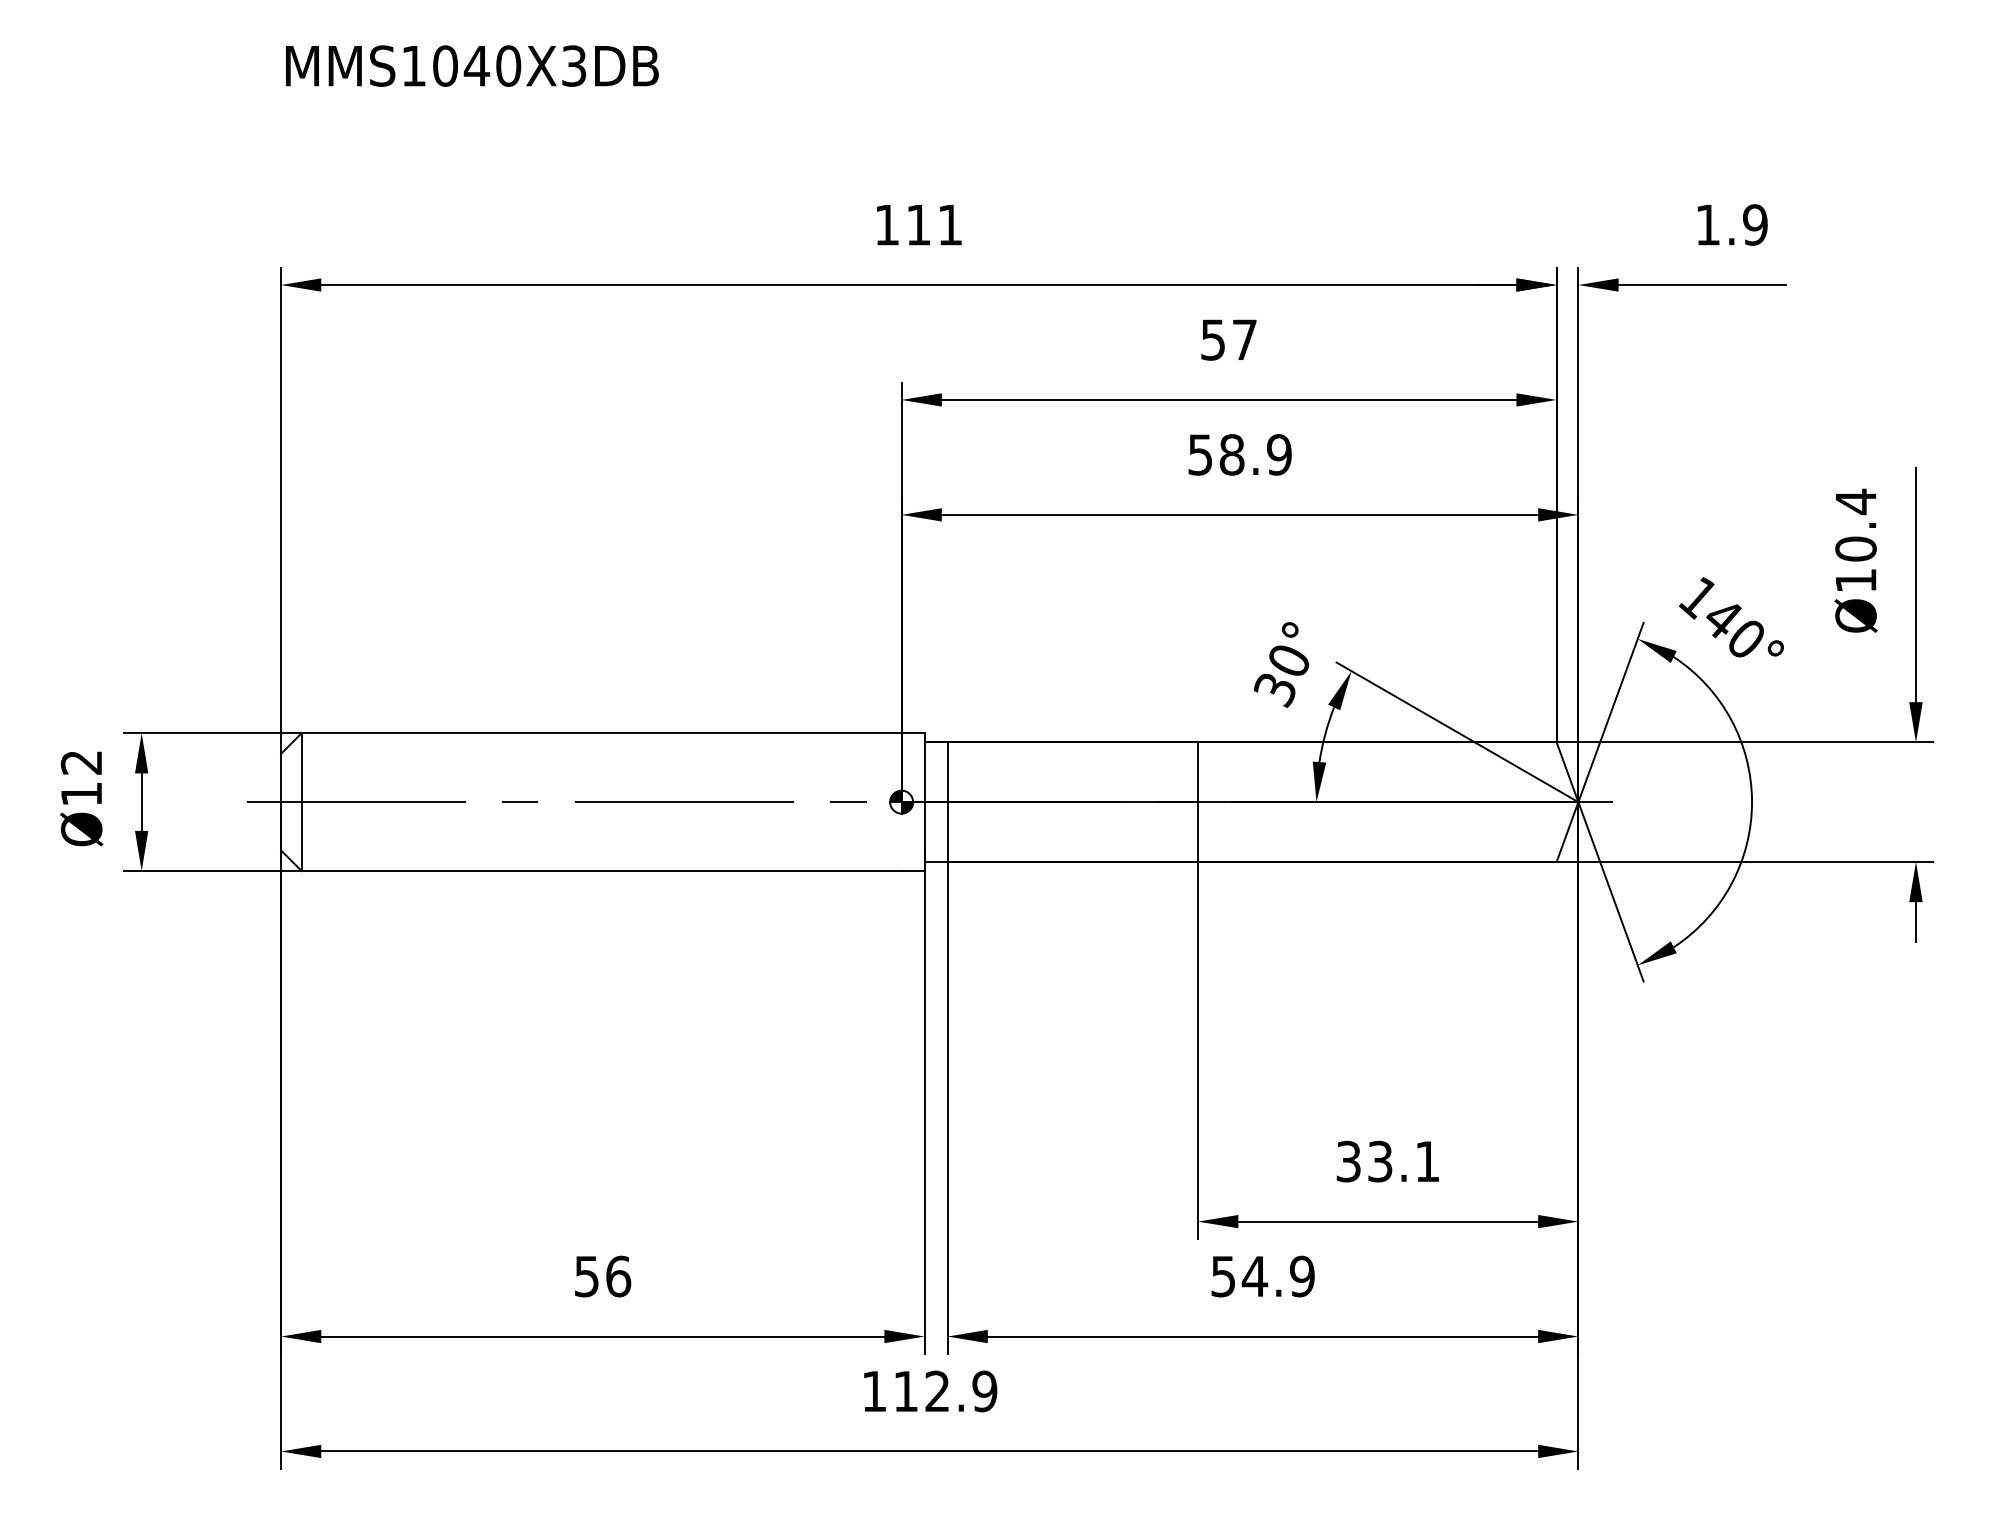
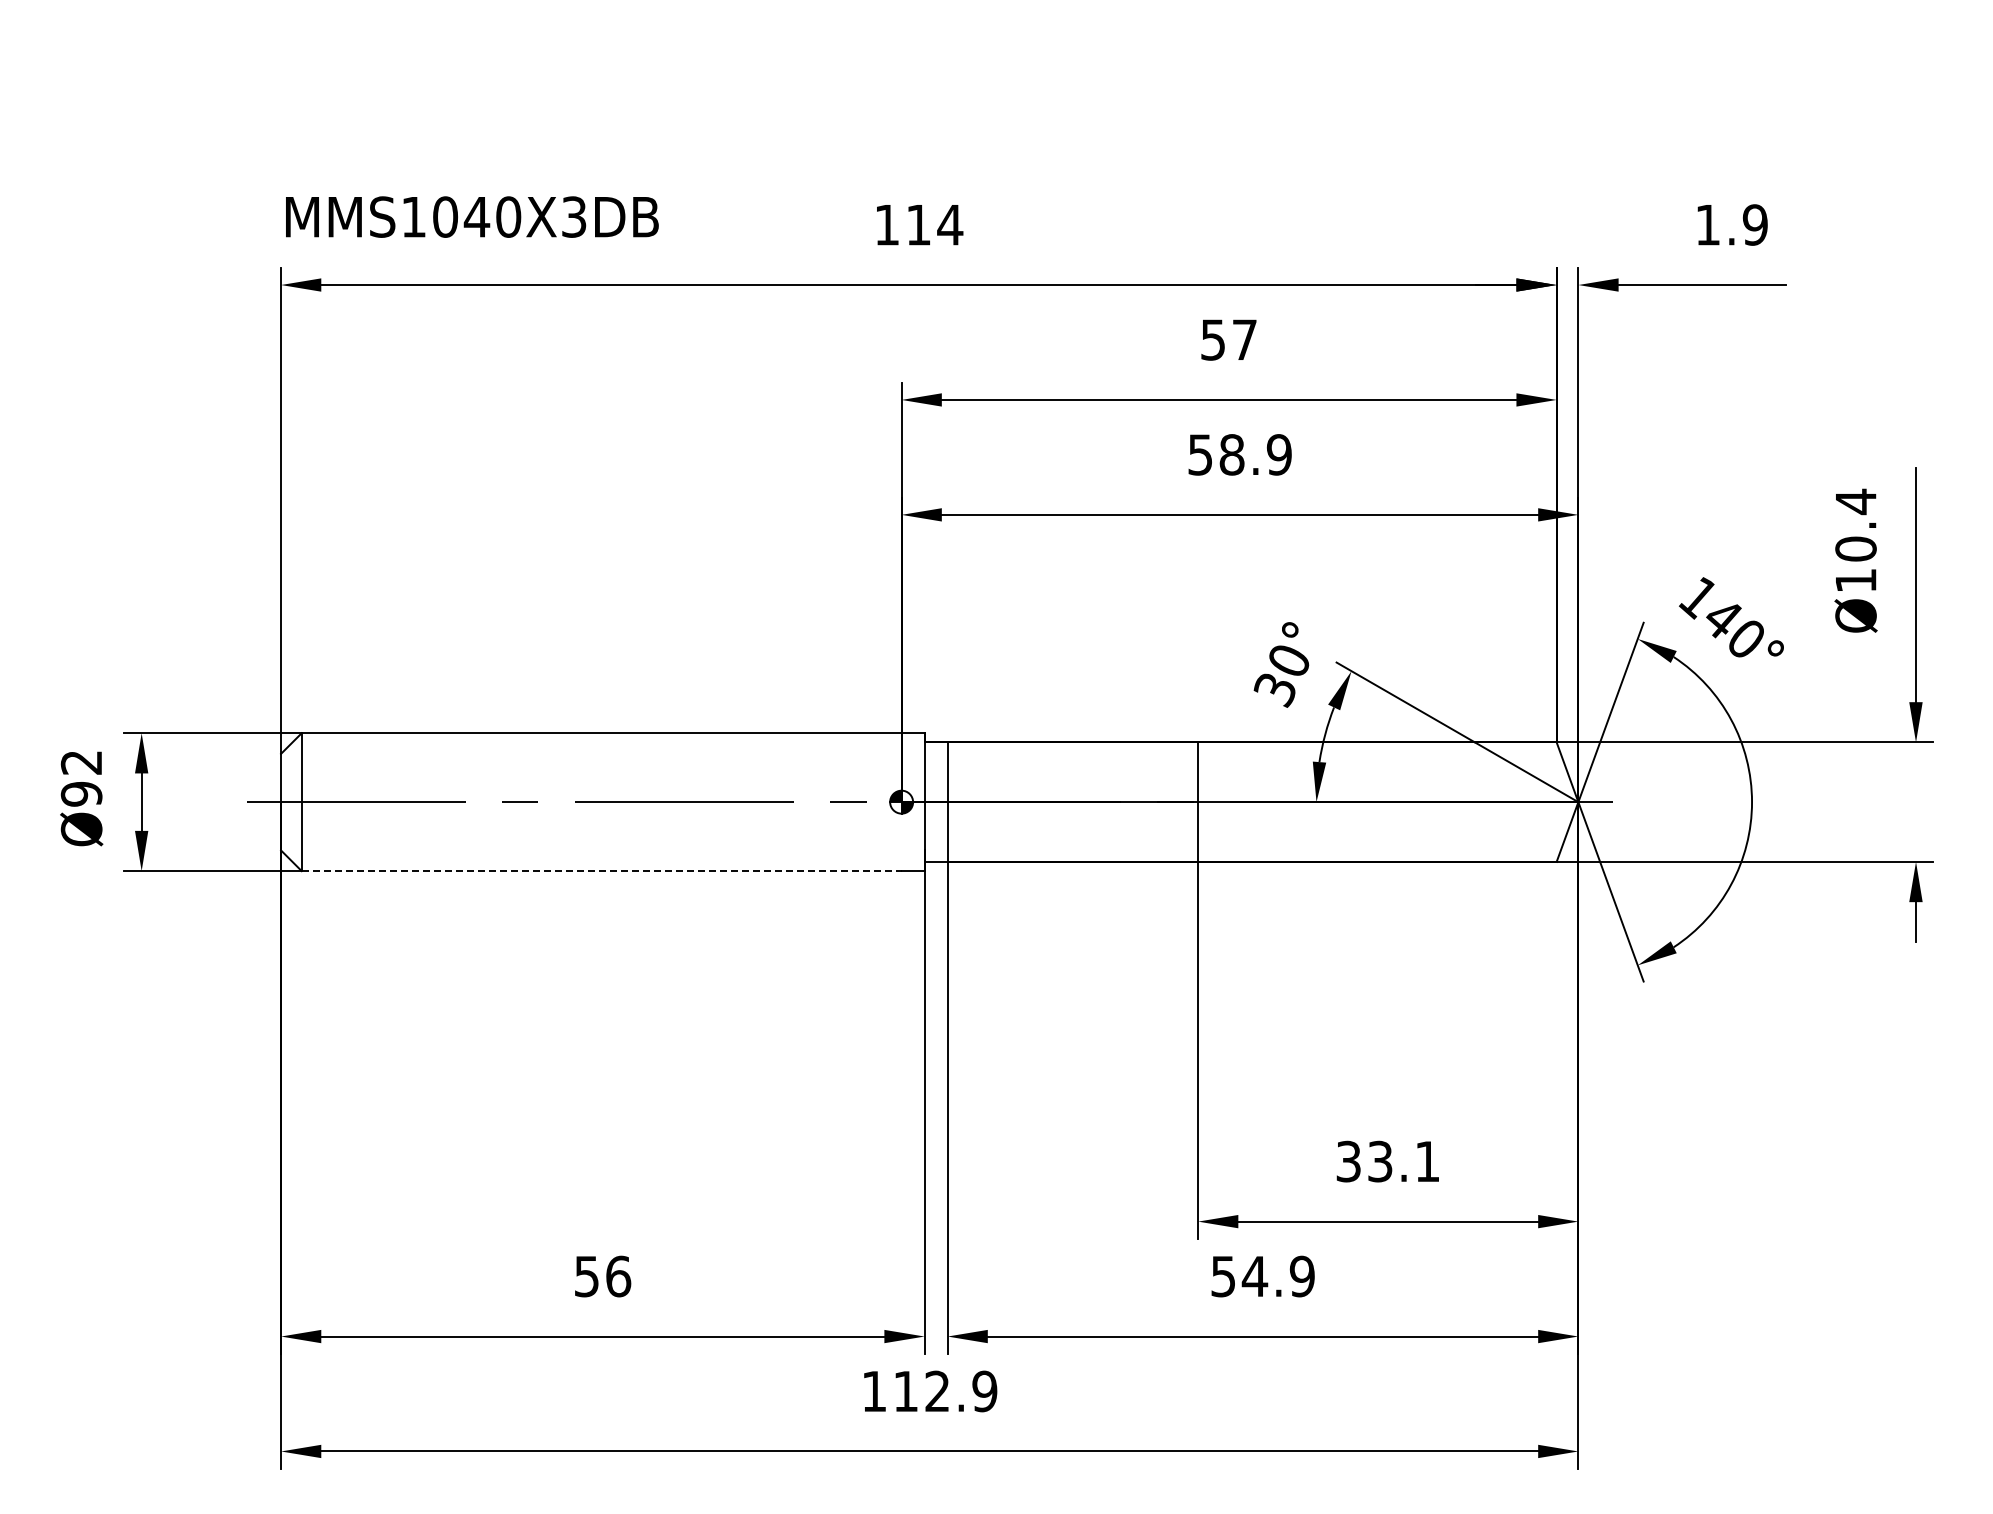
text at (472, 65) position: (472, 65) -> (472, 216)
text at (950, 225): 111 -> 114
text at (81, 794): Ø12 -> Ø92
line at (601, 871): solid -> dashed
